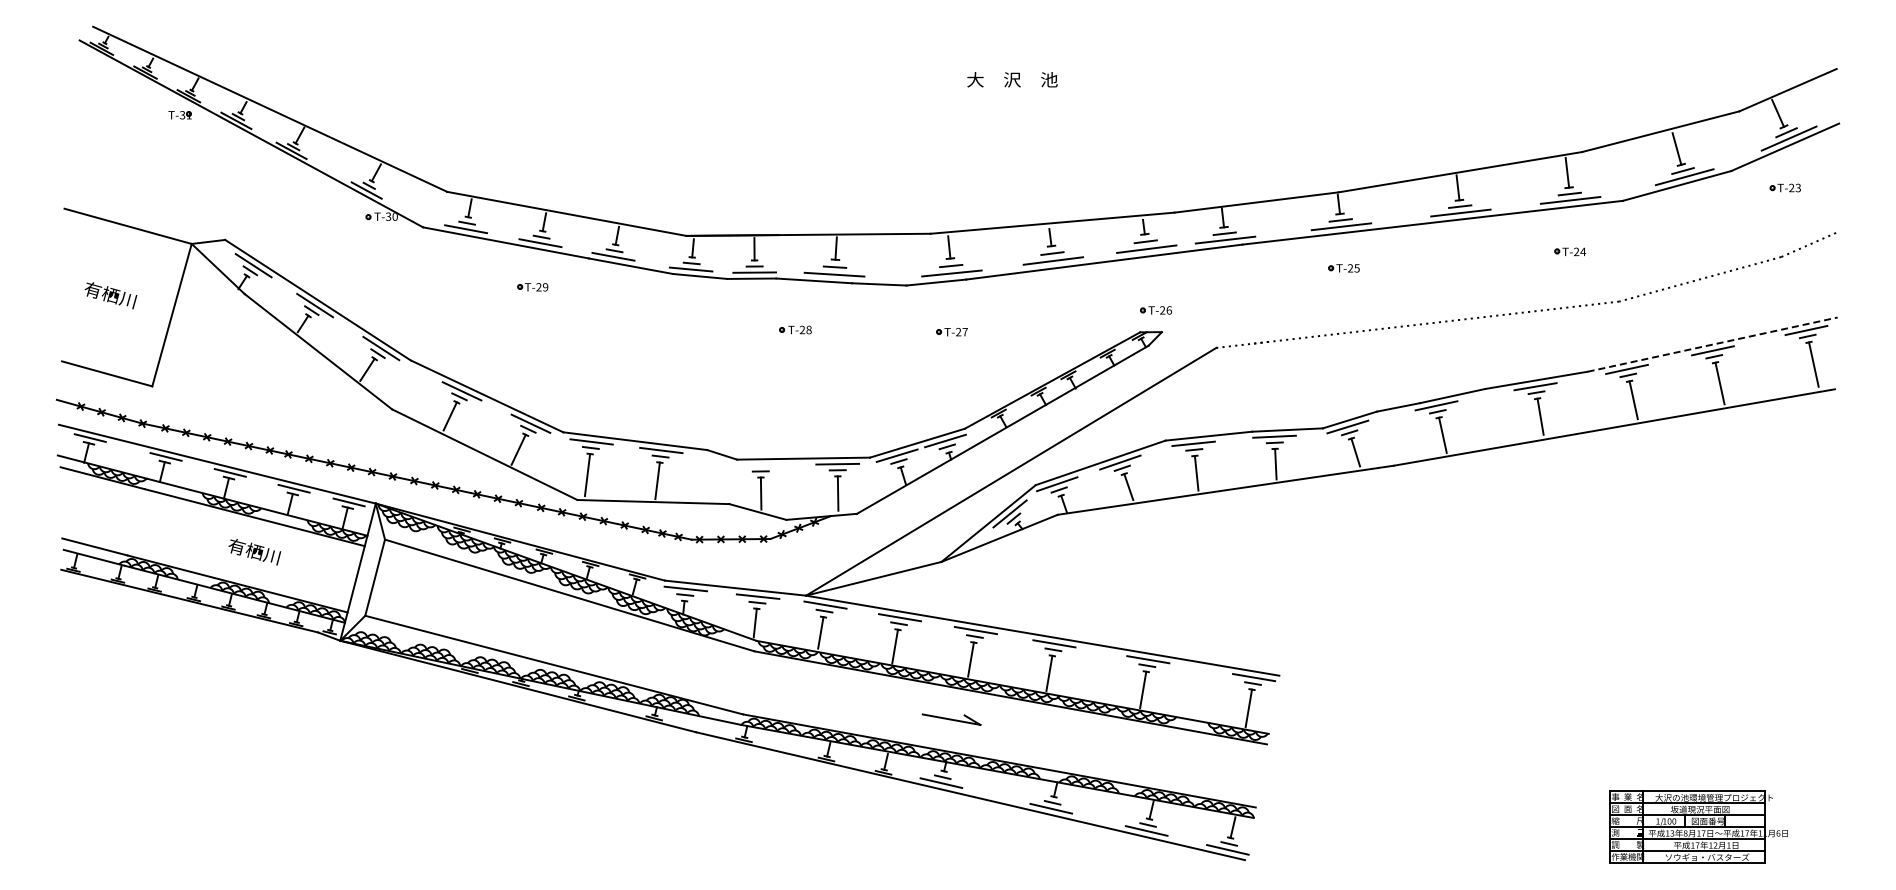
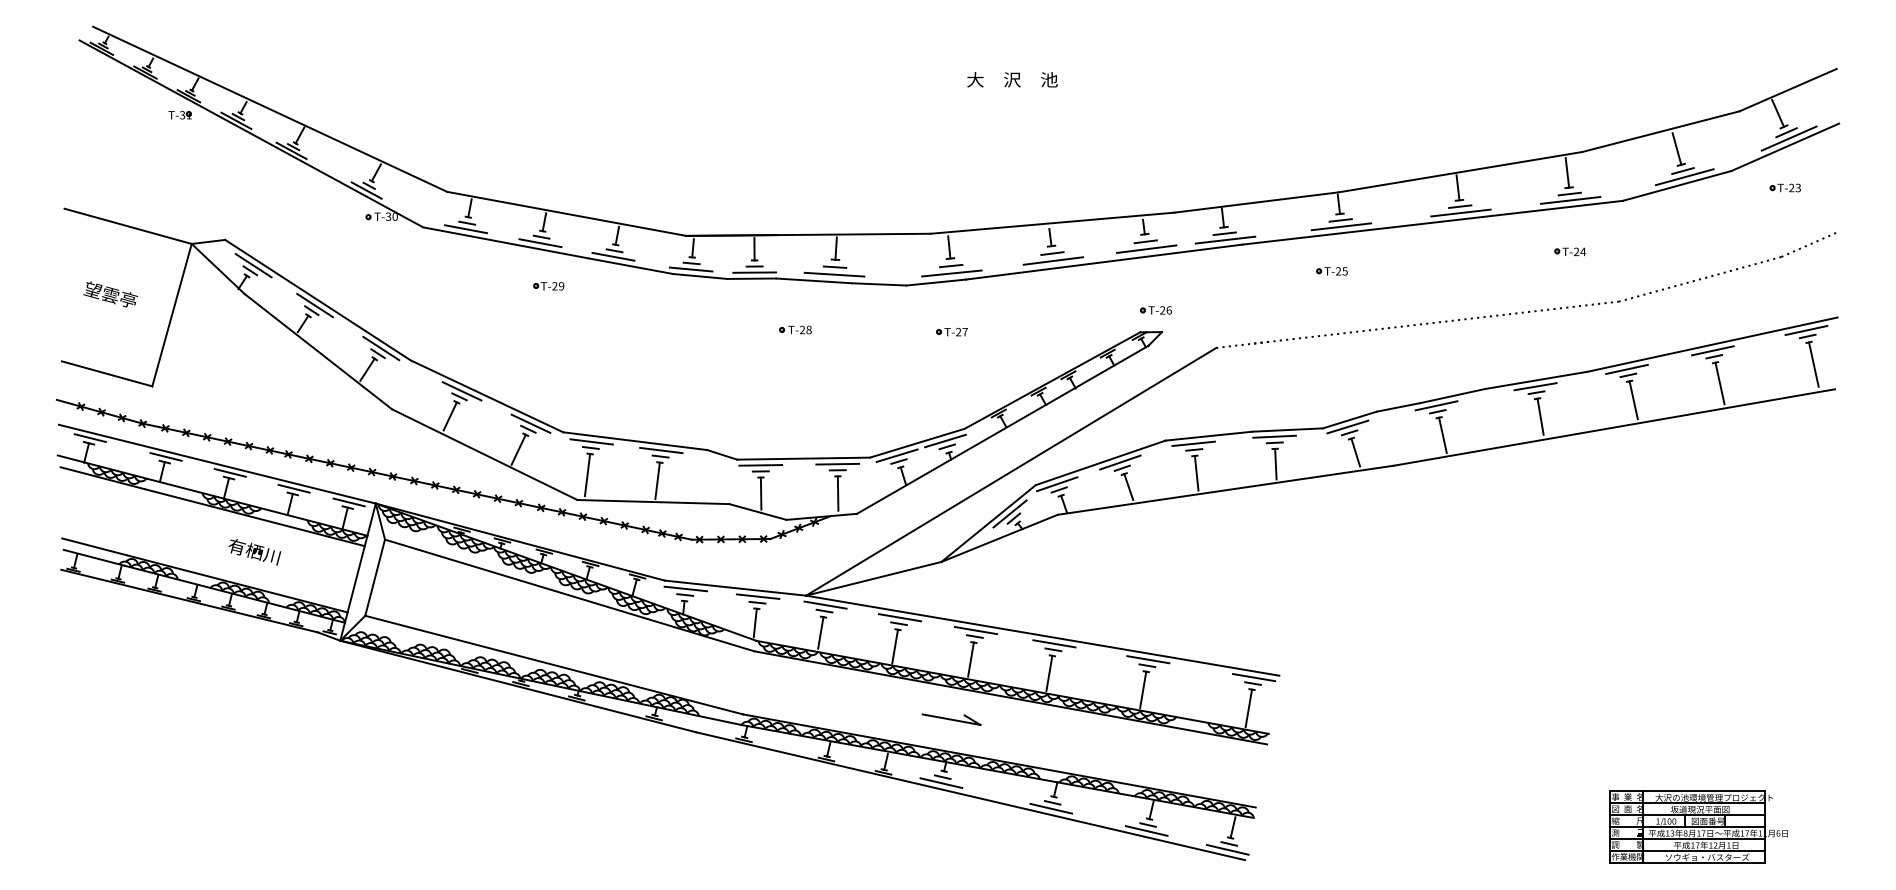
part at (1343, 268) position: (1343, 268) -> (1331, 271)
part at (532, 287) position: (532, 287) -> (548, 286)
text at (110, 295): 有栖川 -> 望雲亭
line at (1712, 344): dashed -> solid
line at (760, 465): none -> present
